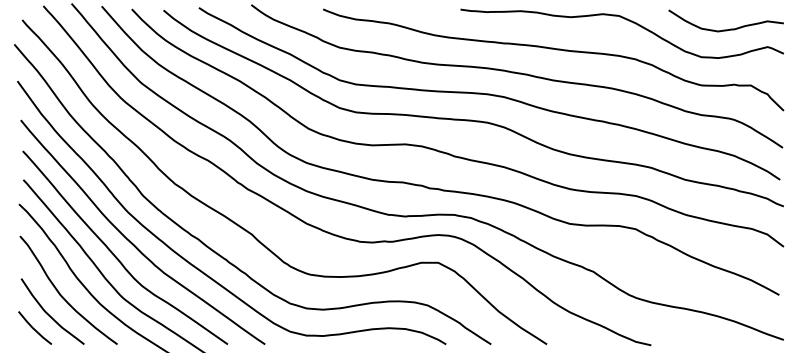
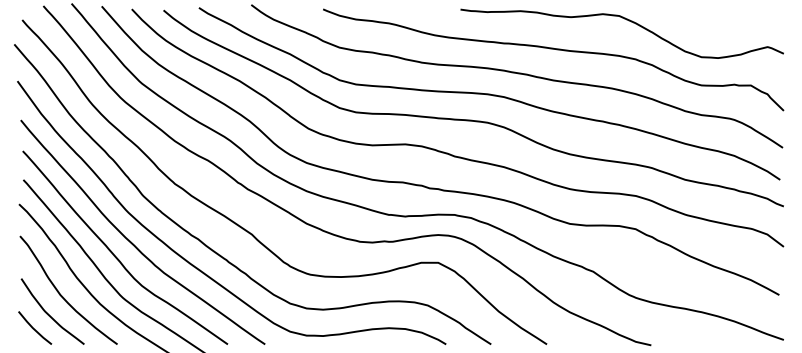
curve at (725, 29): present -> none
